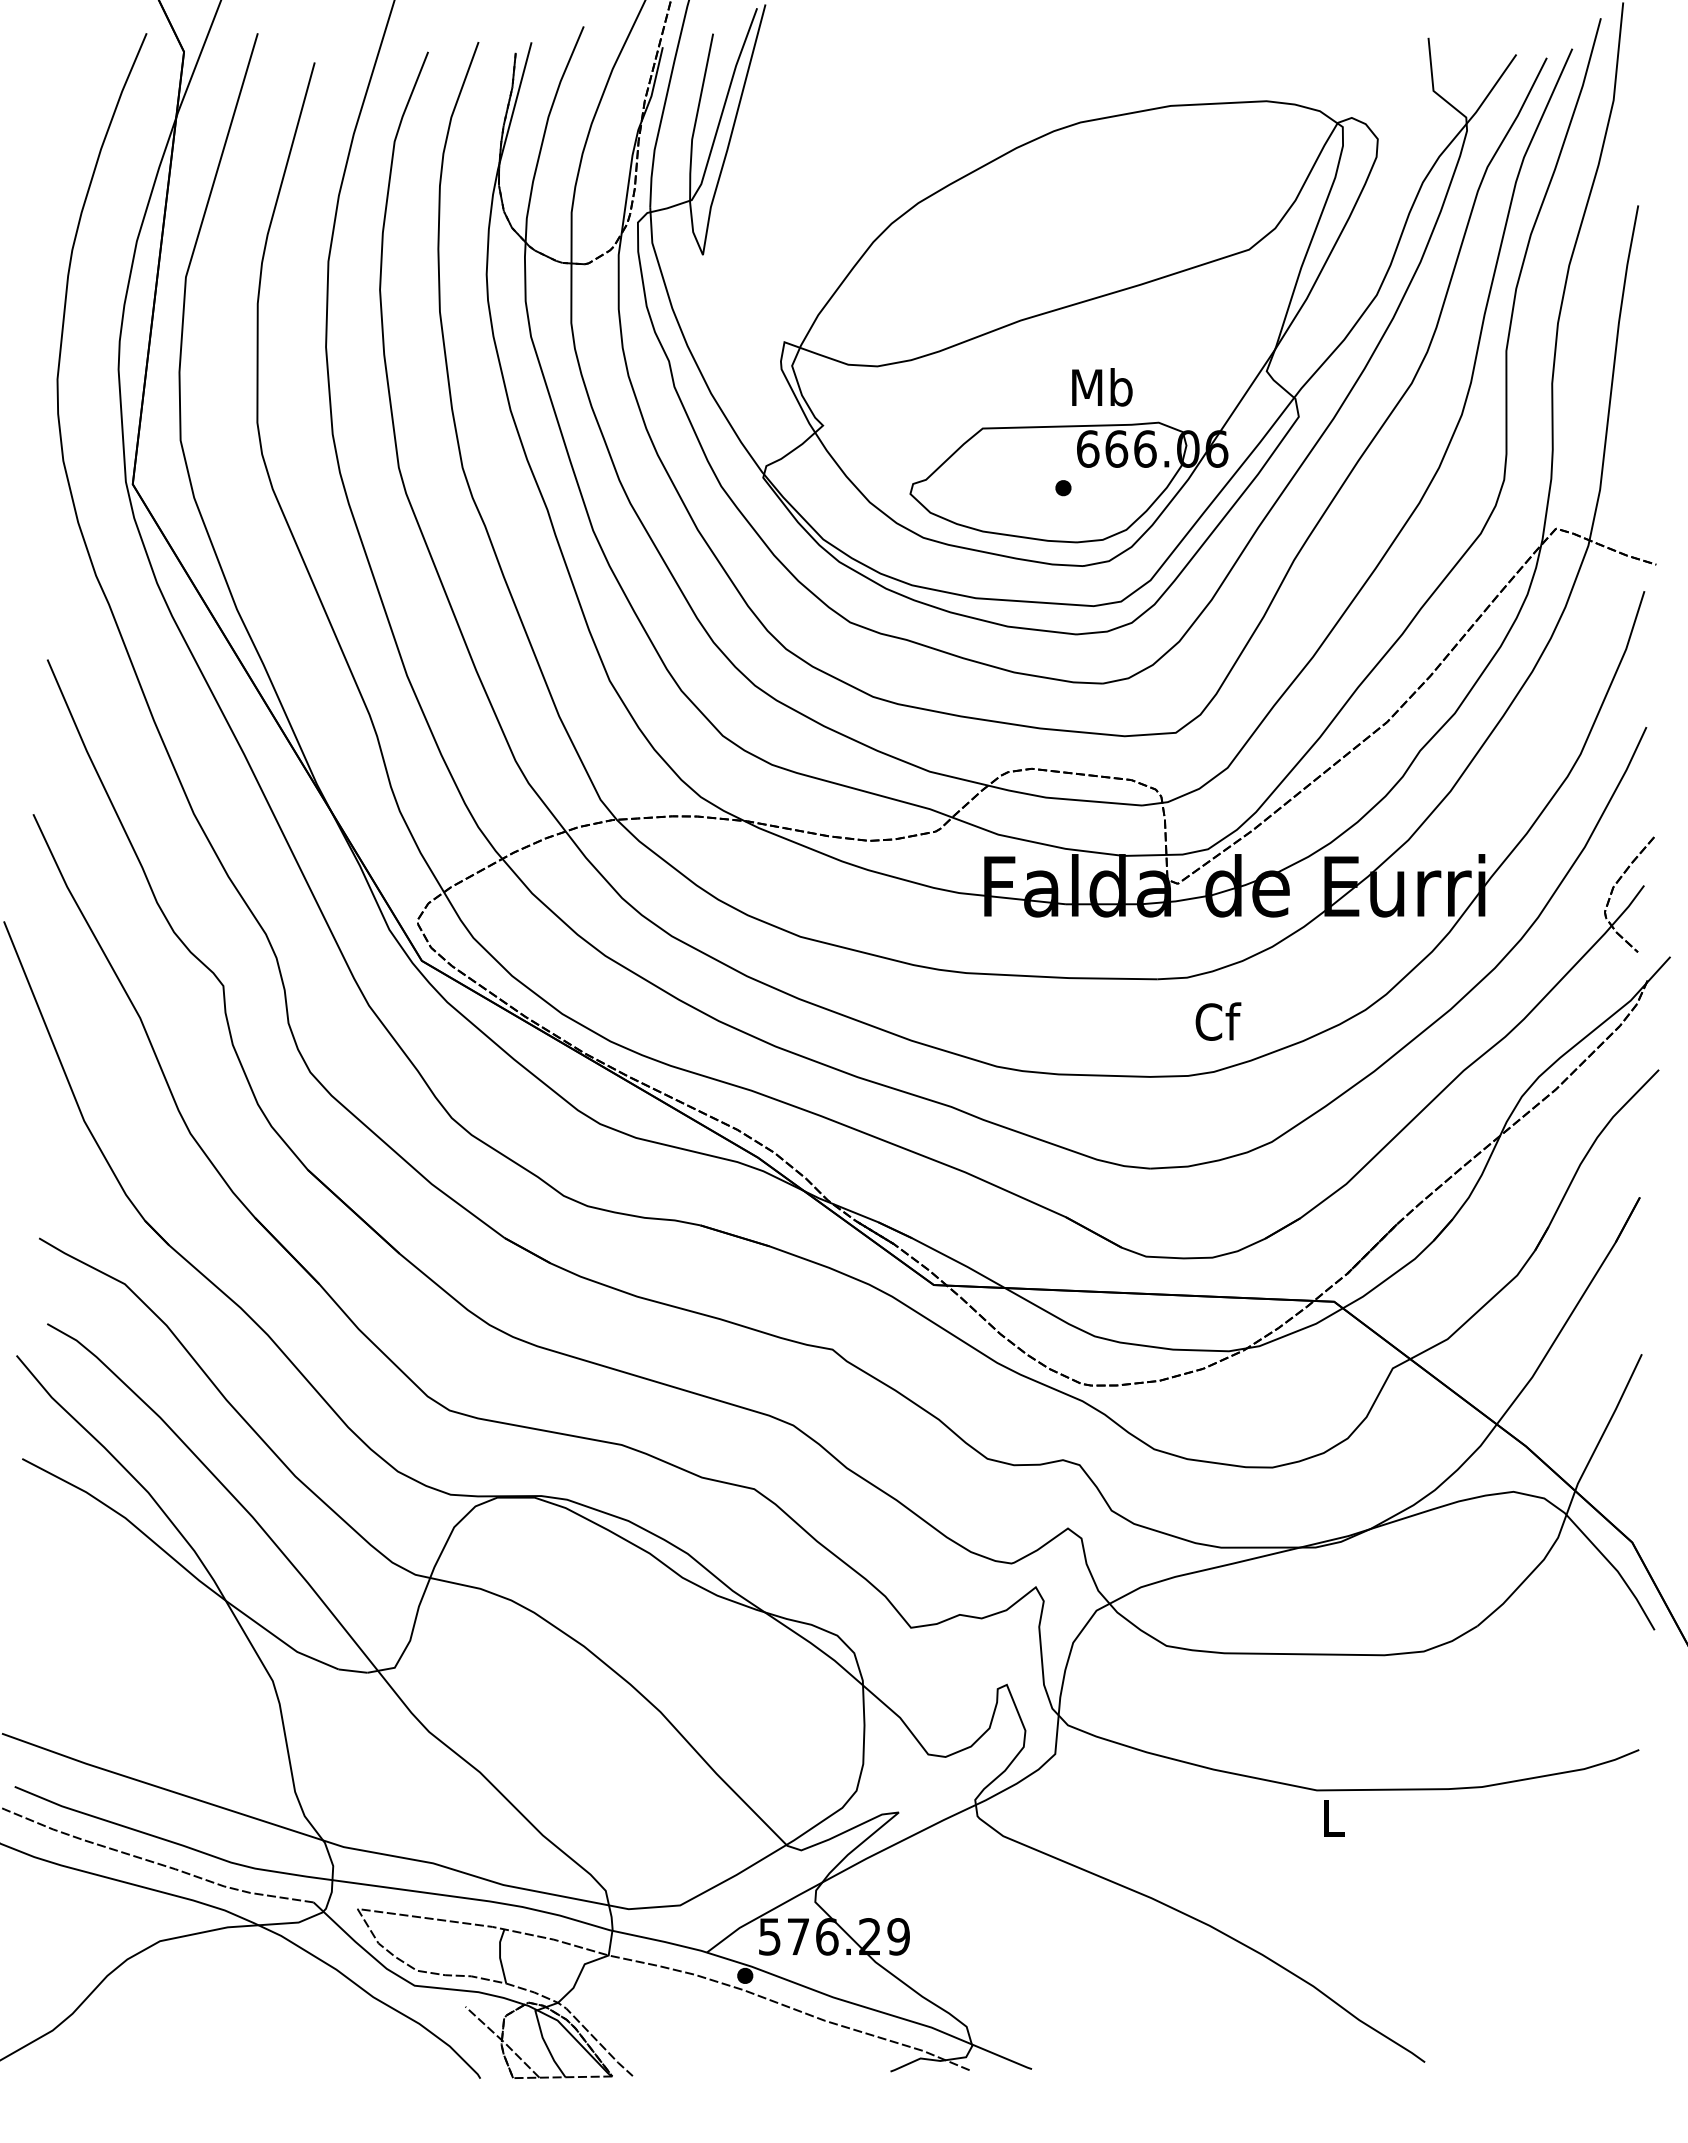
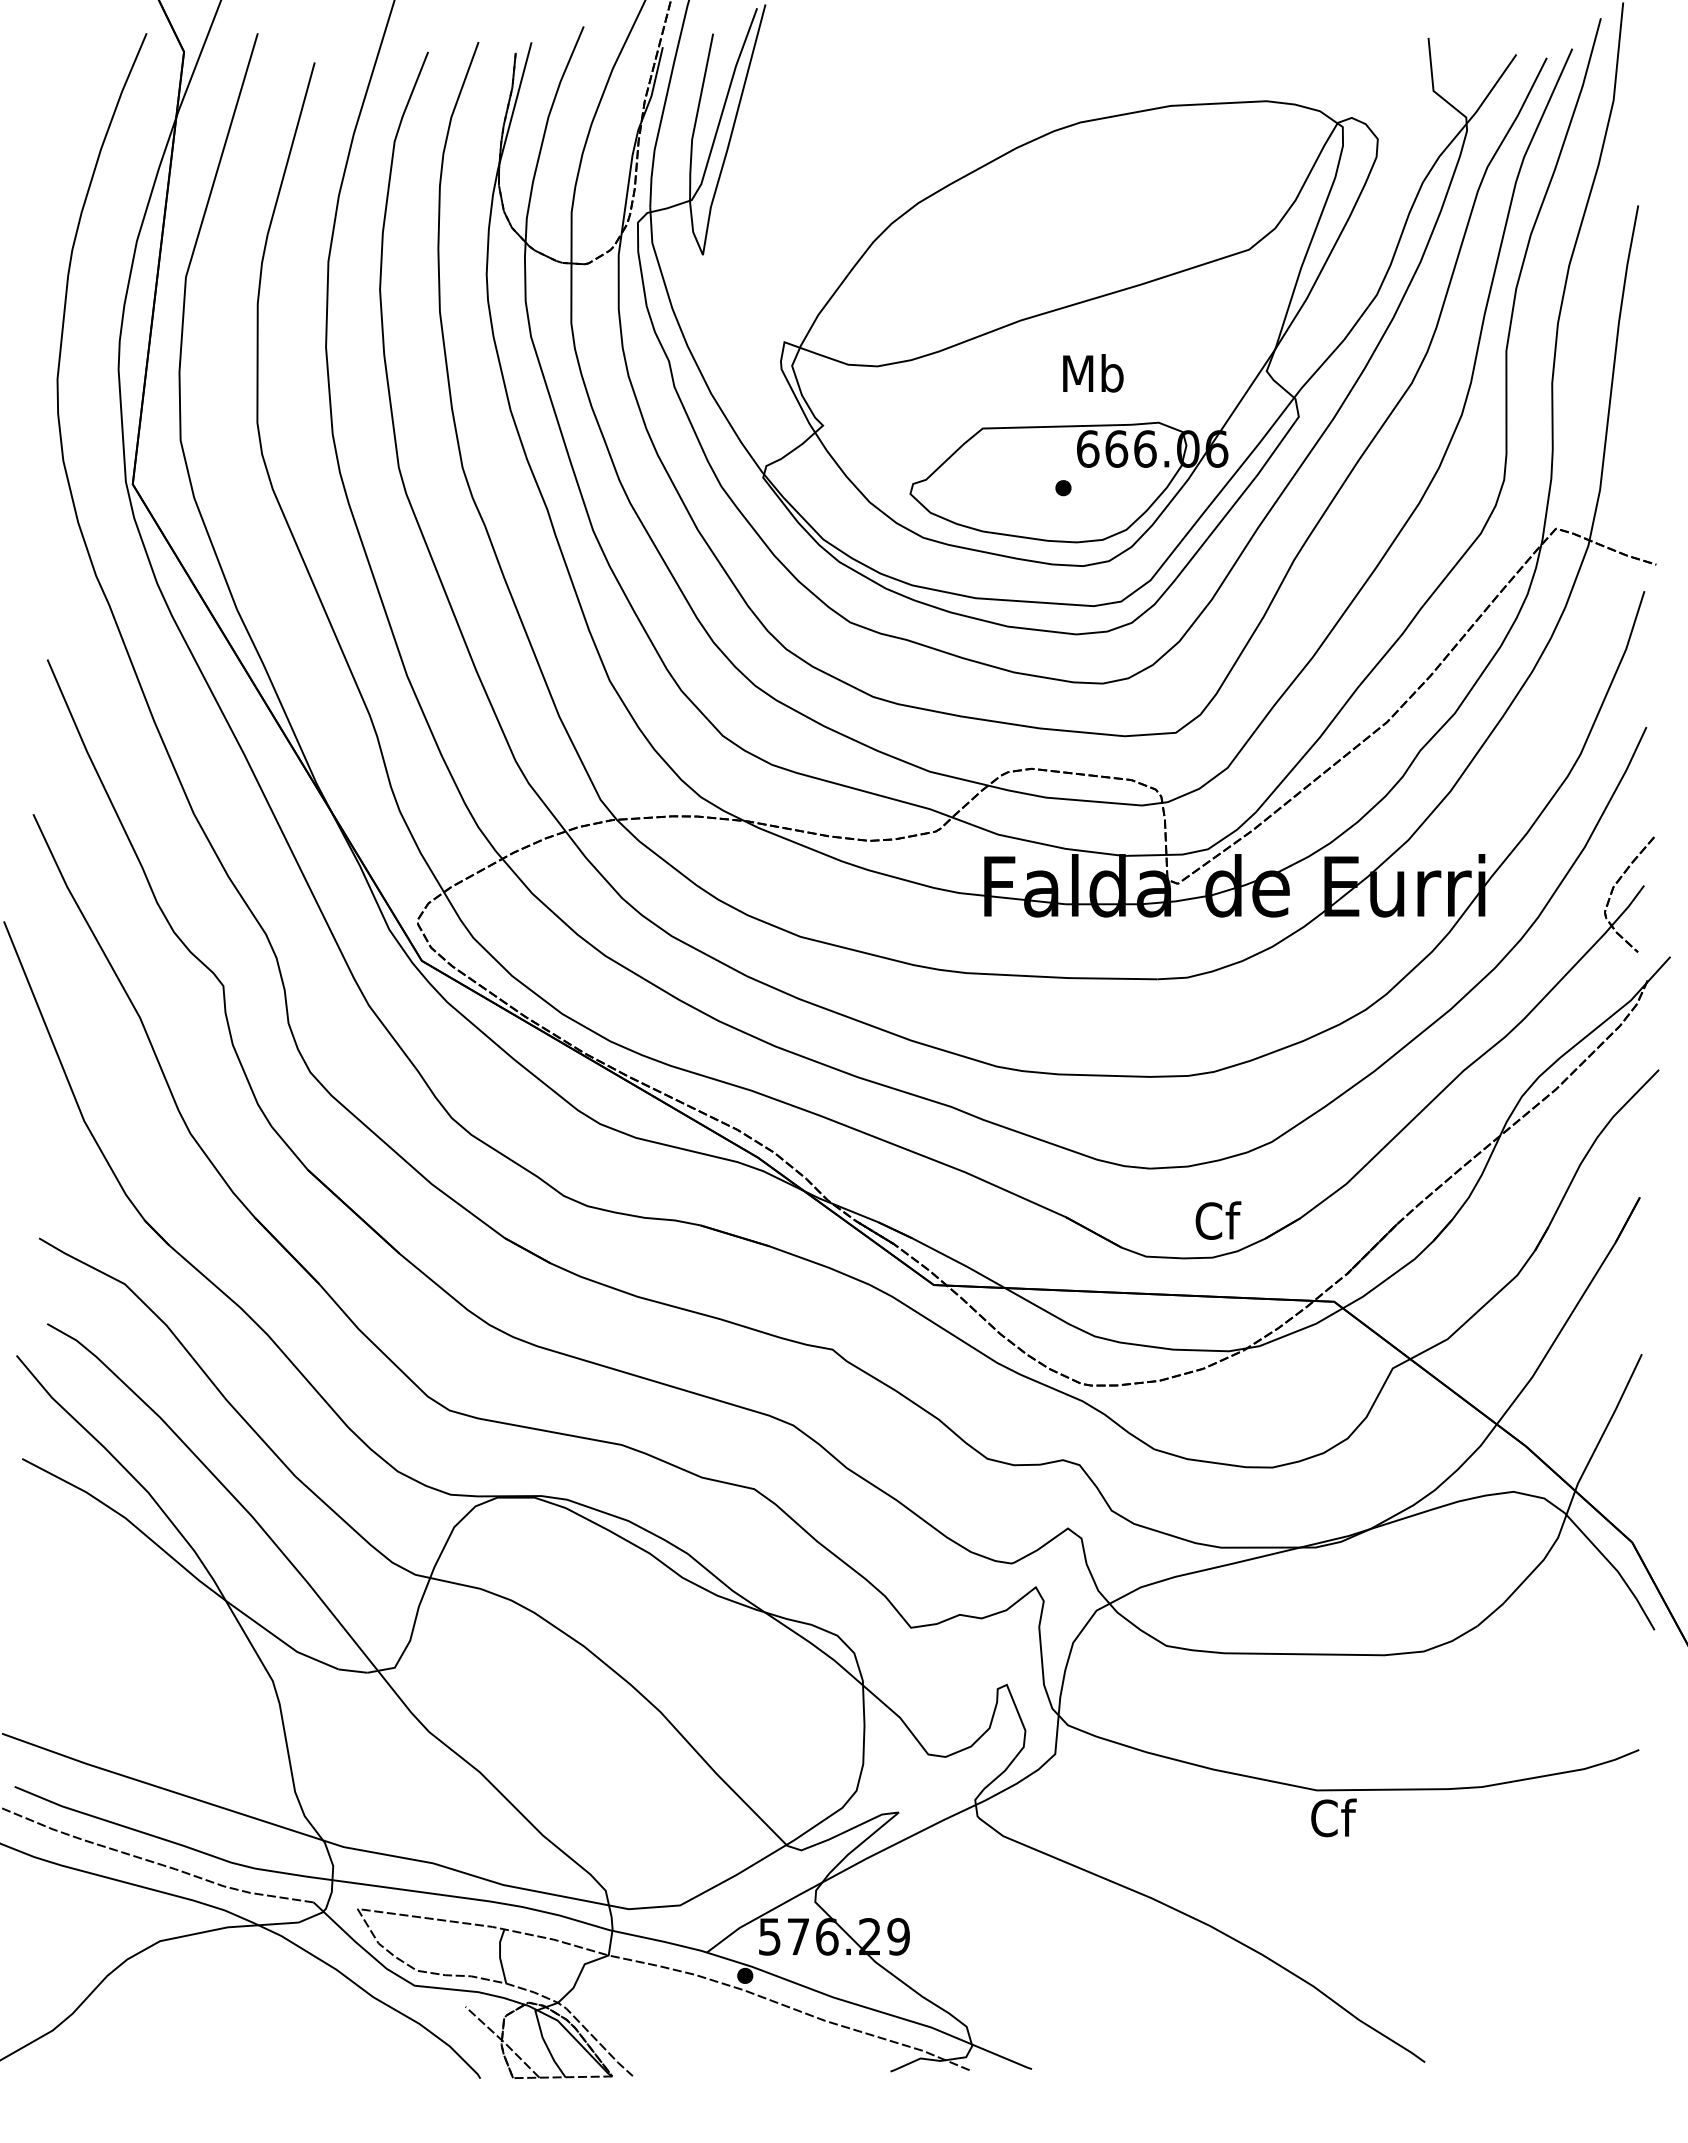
text at (1102, 387) position: (1102, 387) -> (1093, 373)
text at (1218, 1021) position: (1218, 1021) -> (1218, 1220)
text at (1333, 1817): L -> Cf
